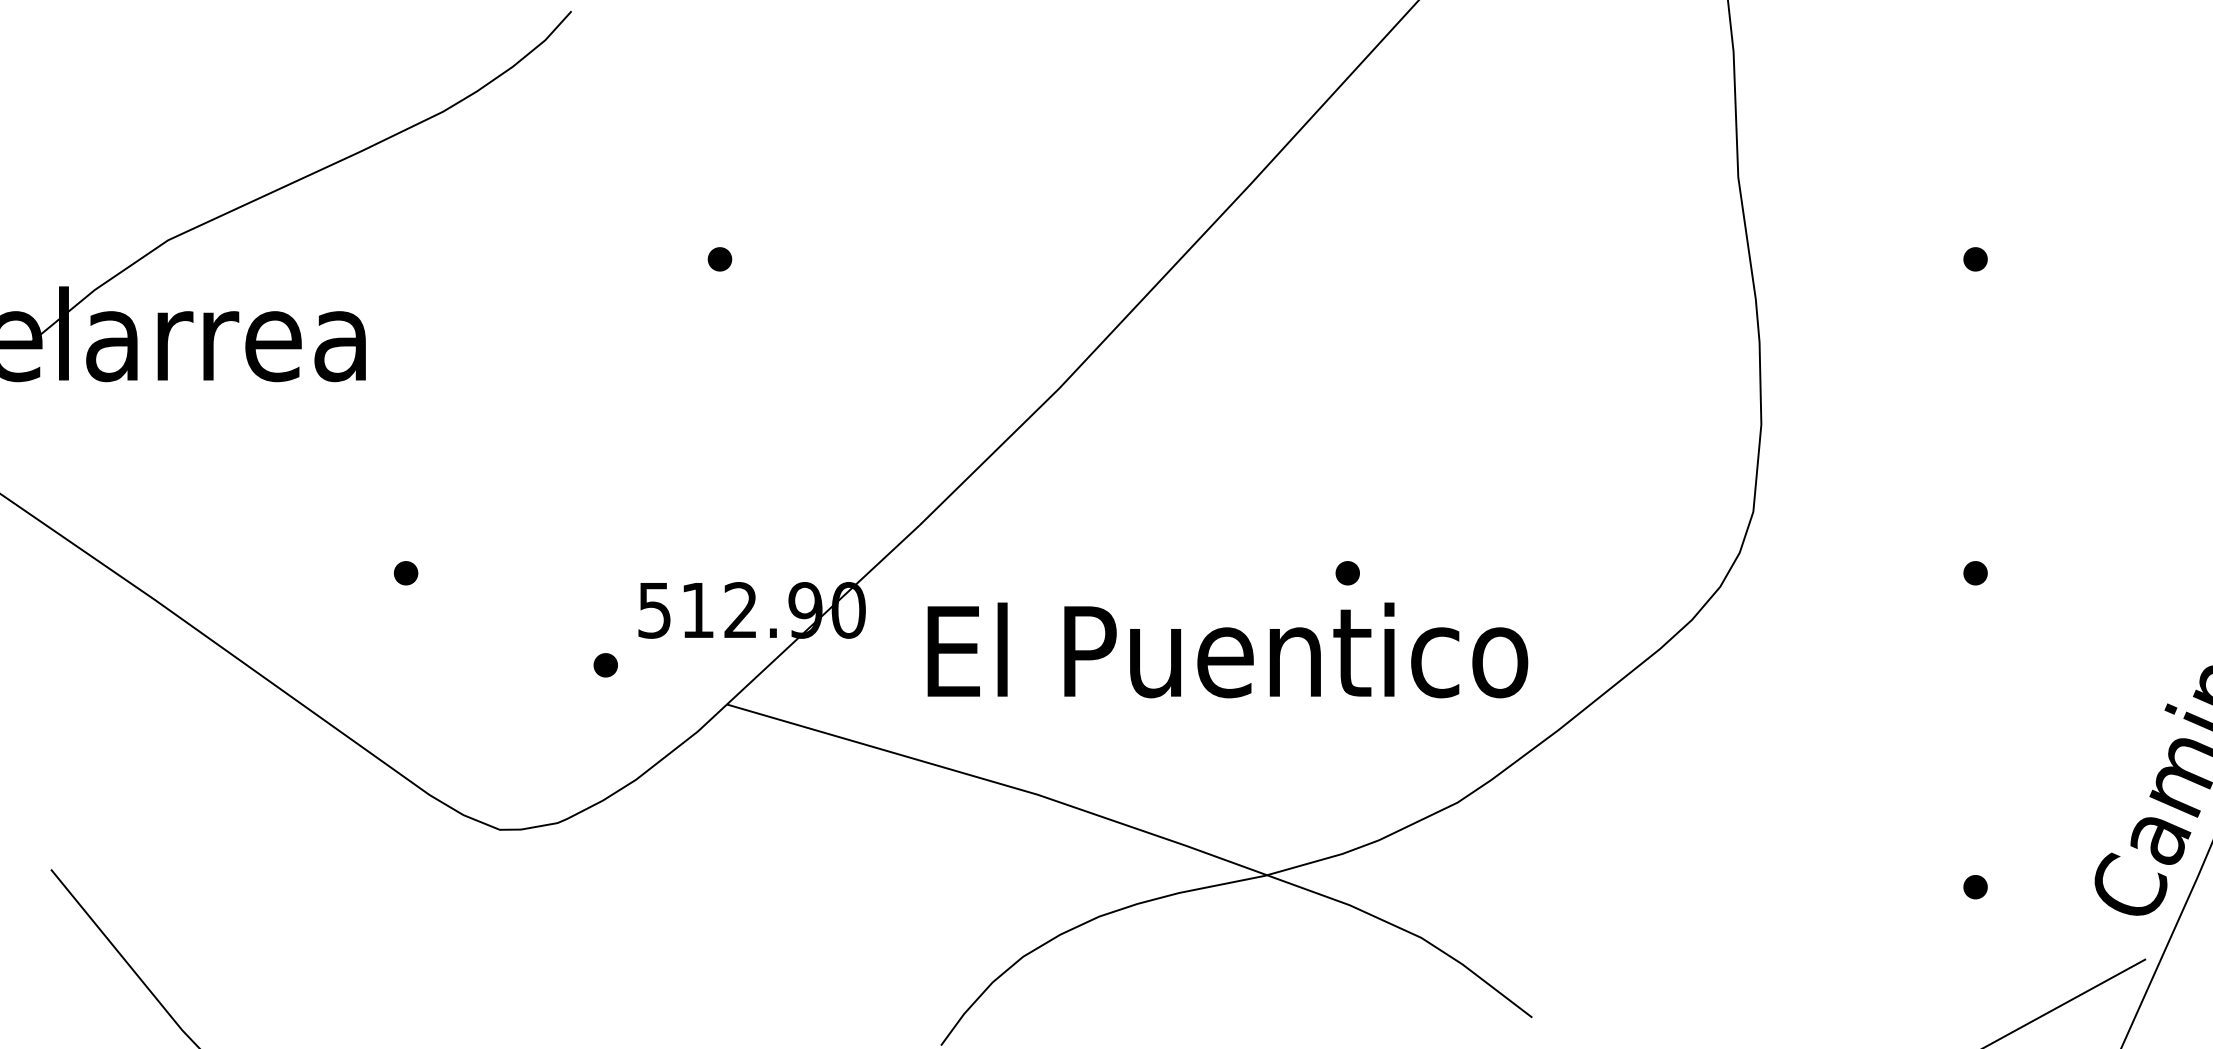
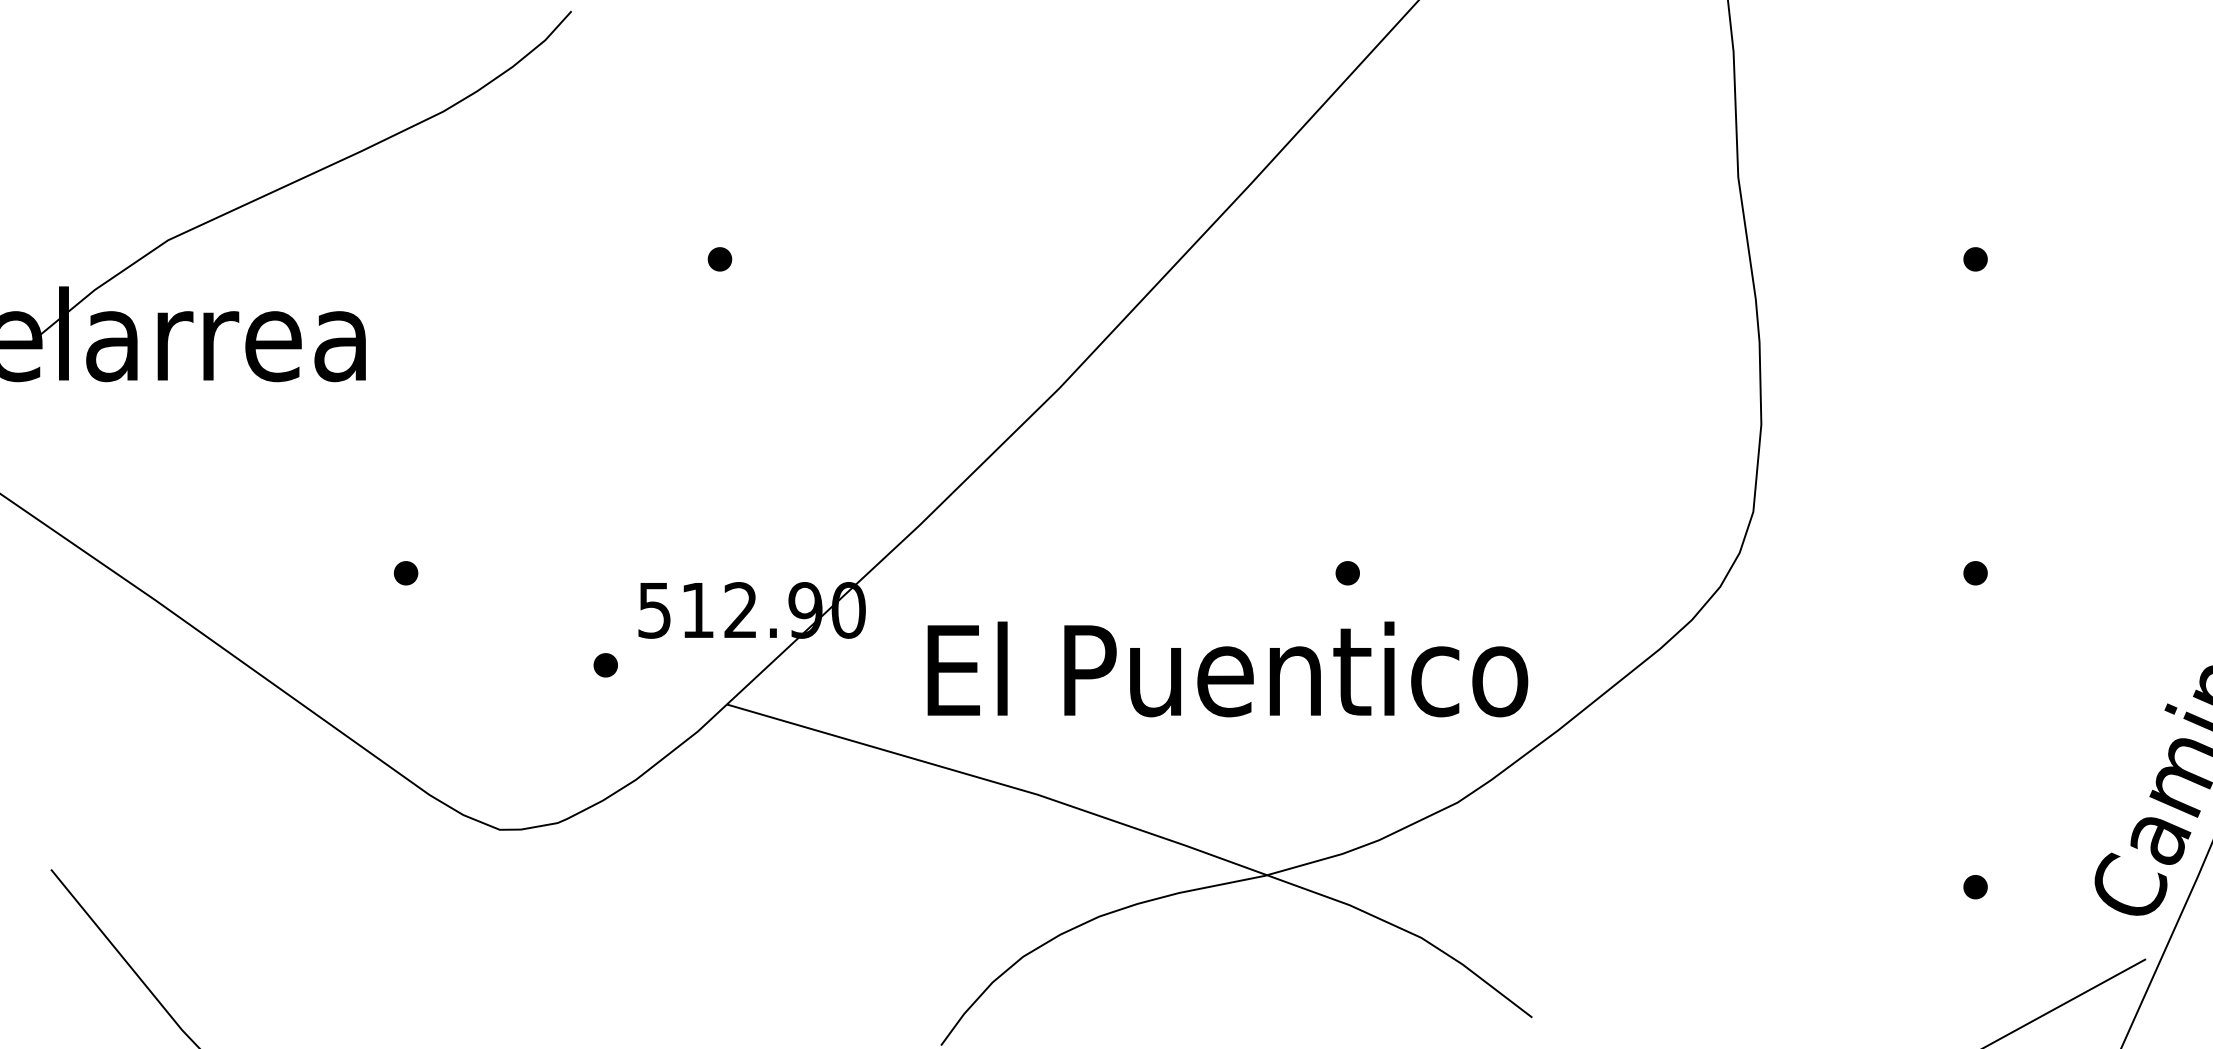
text at (1227, 650) position: (1227, 650) -> (1227, 669)
